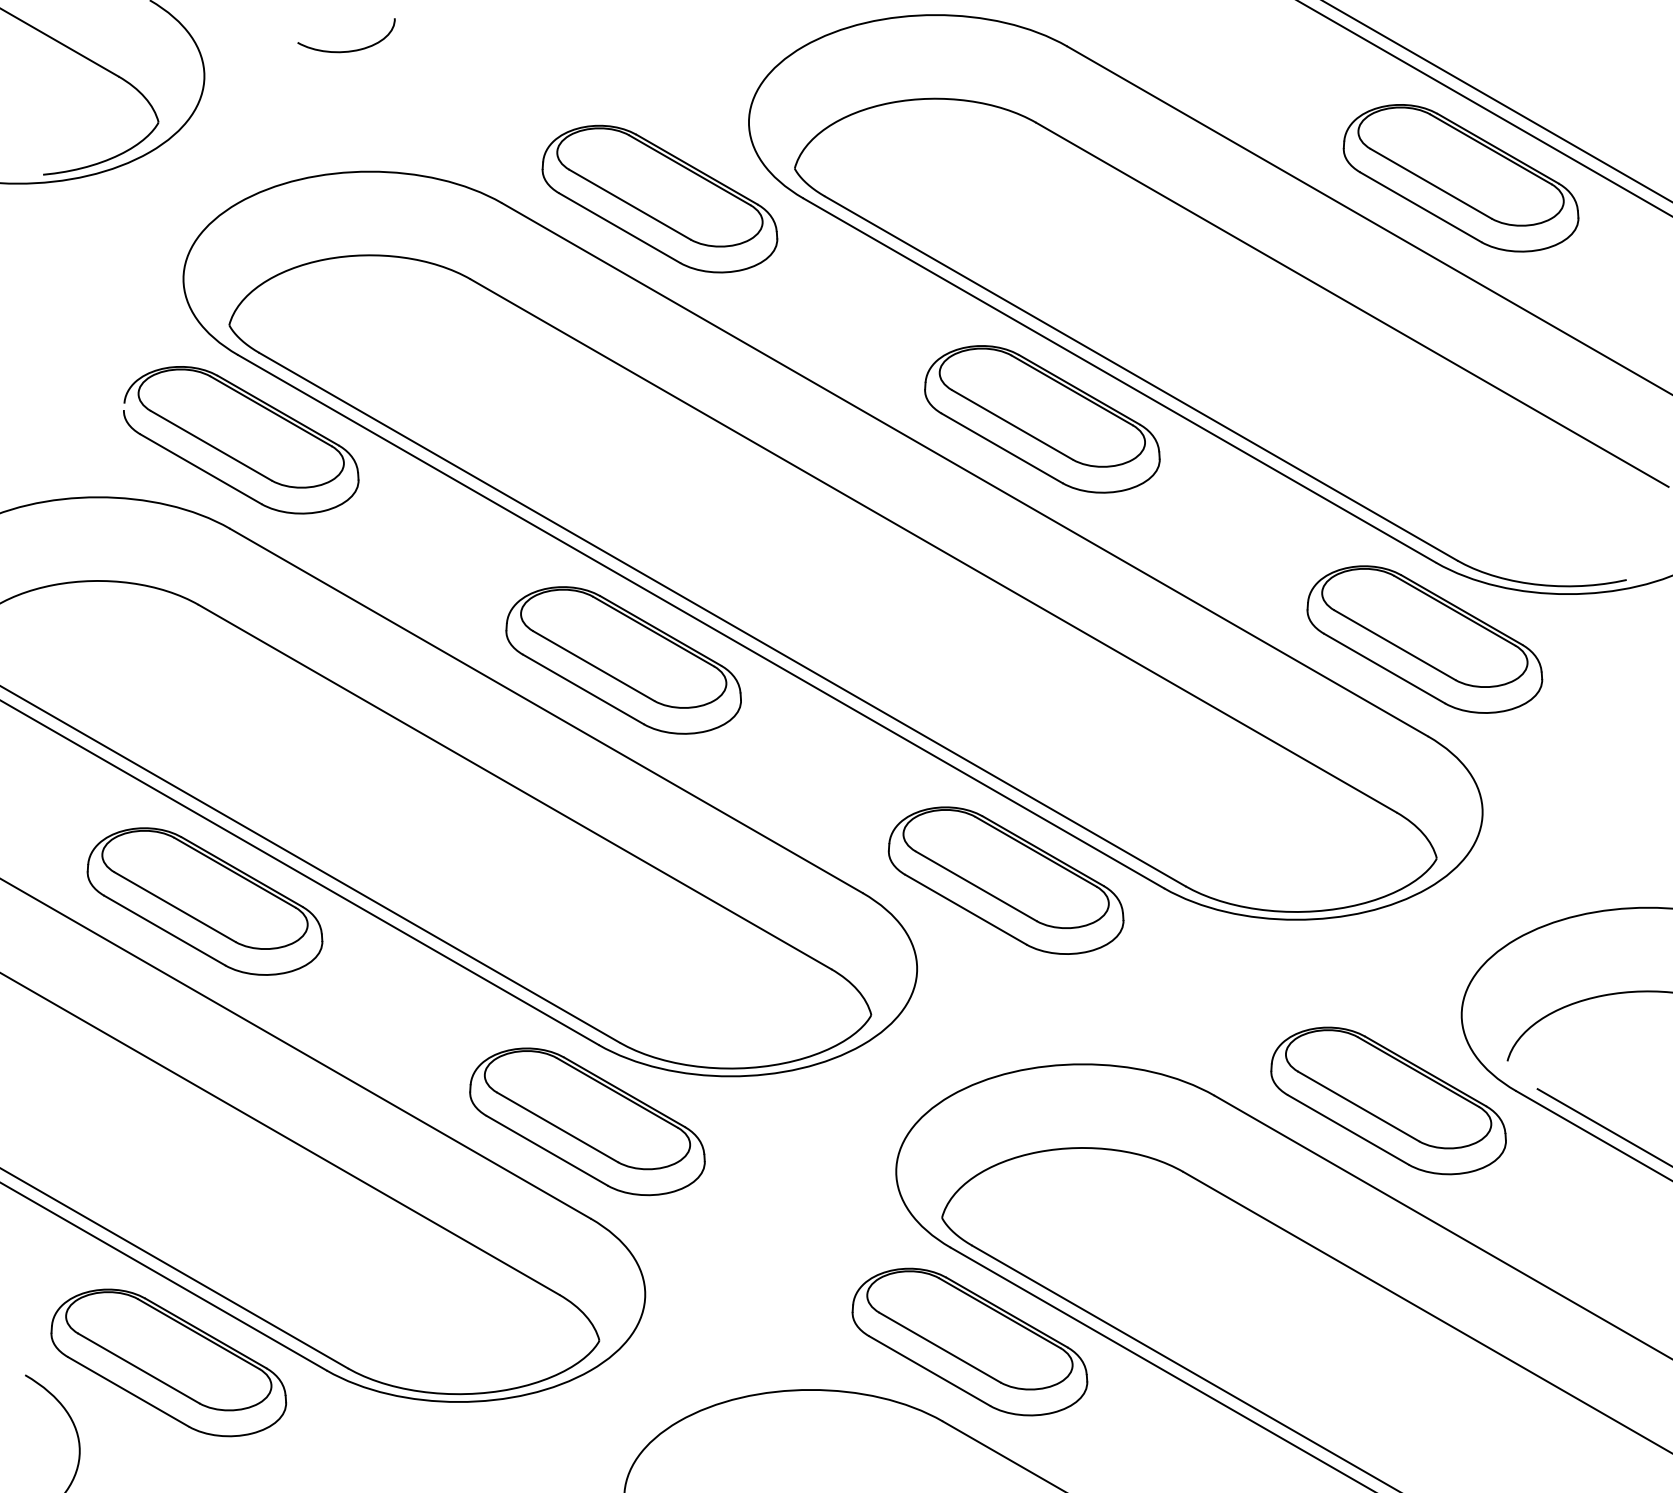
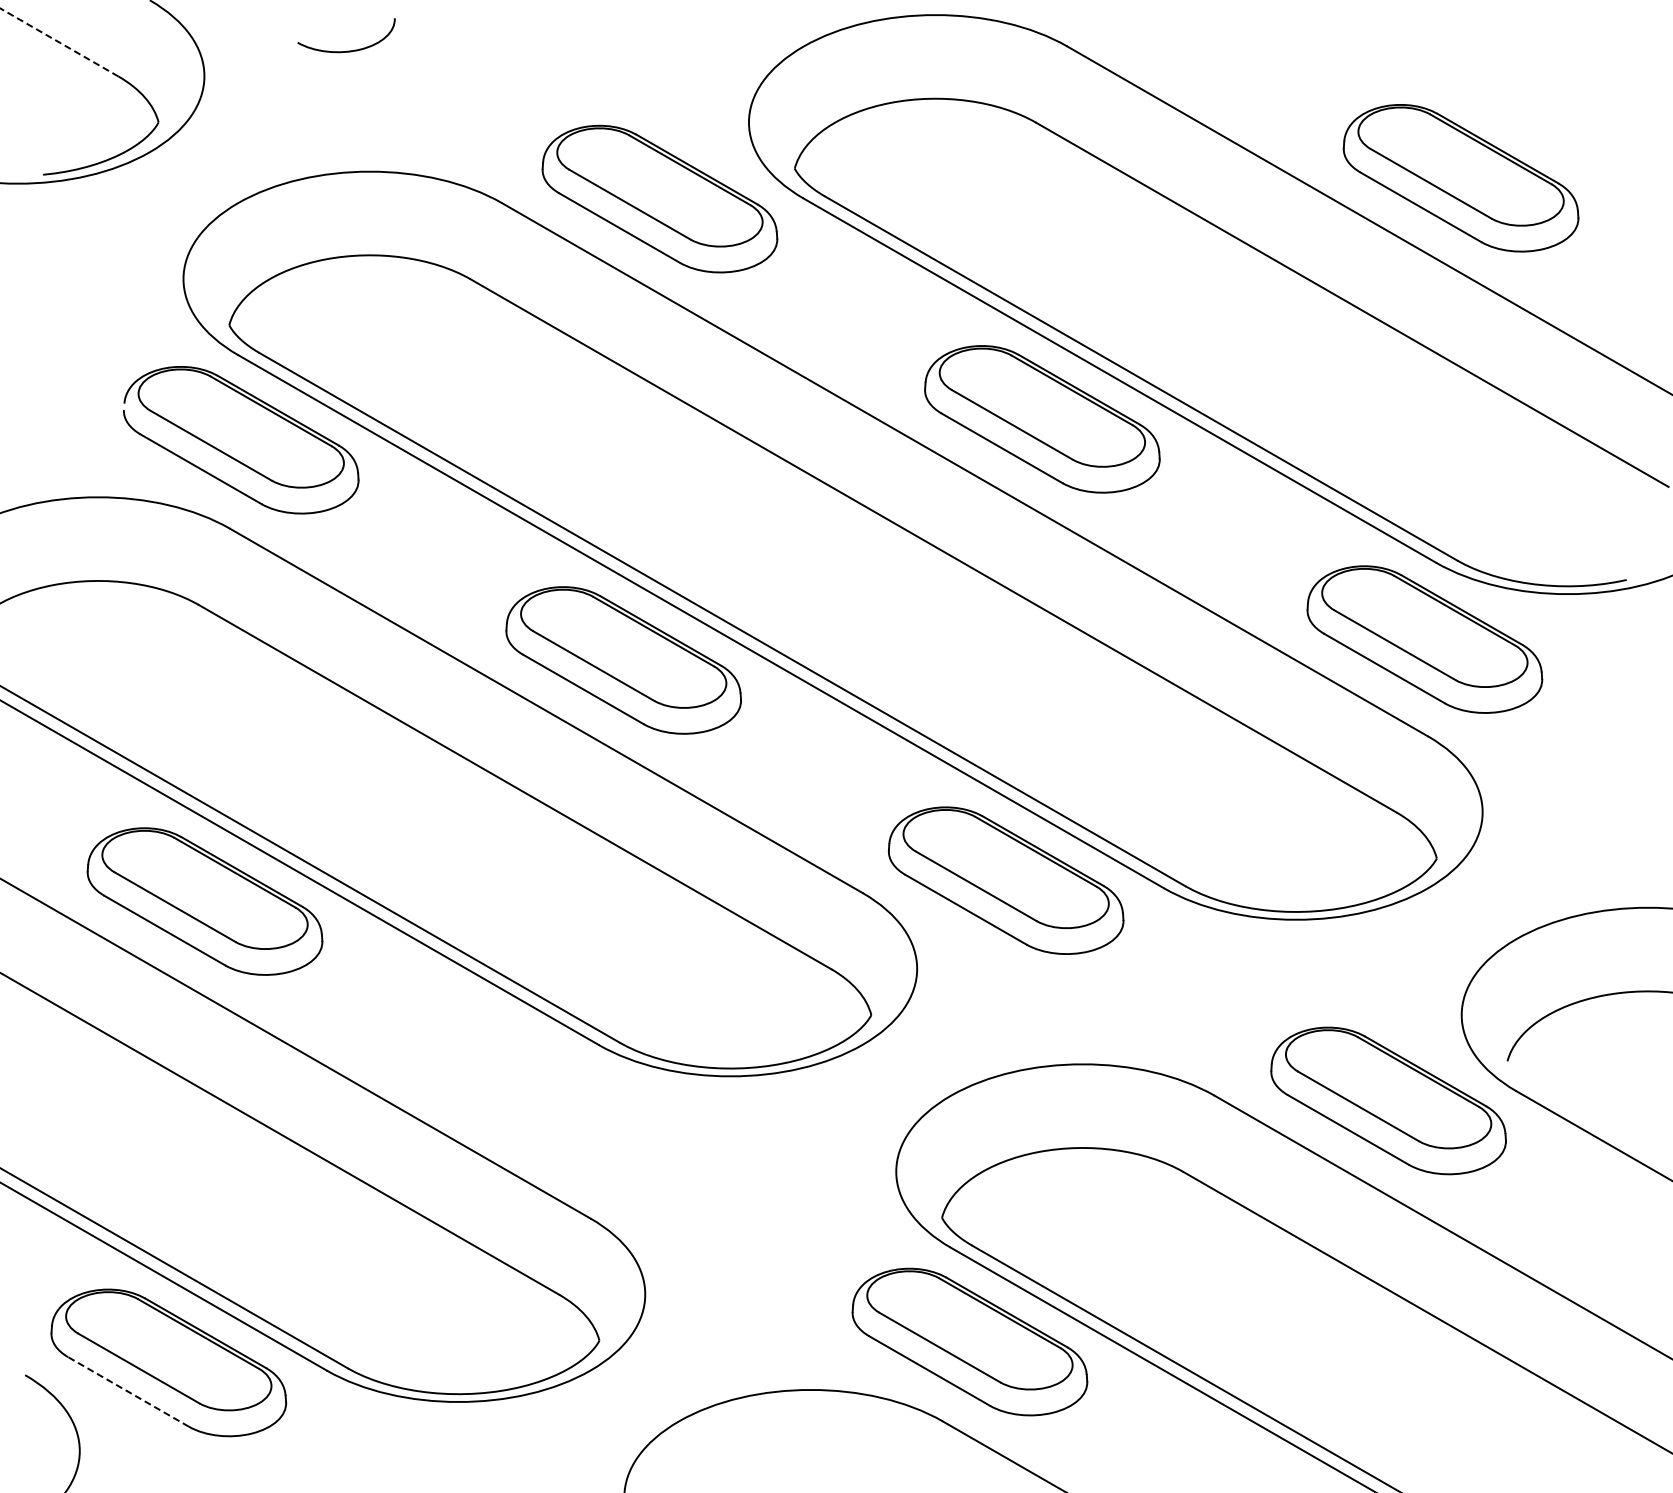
line at (59, 42): solid -> dashed
line at (1496, 101): present -> none
line at (1484, 108): present -> none
part at (587, 1121): present -> none
line at (1603, 1126): present -> none
line at (128, 1391): solid -> dashed
